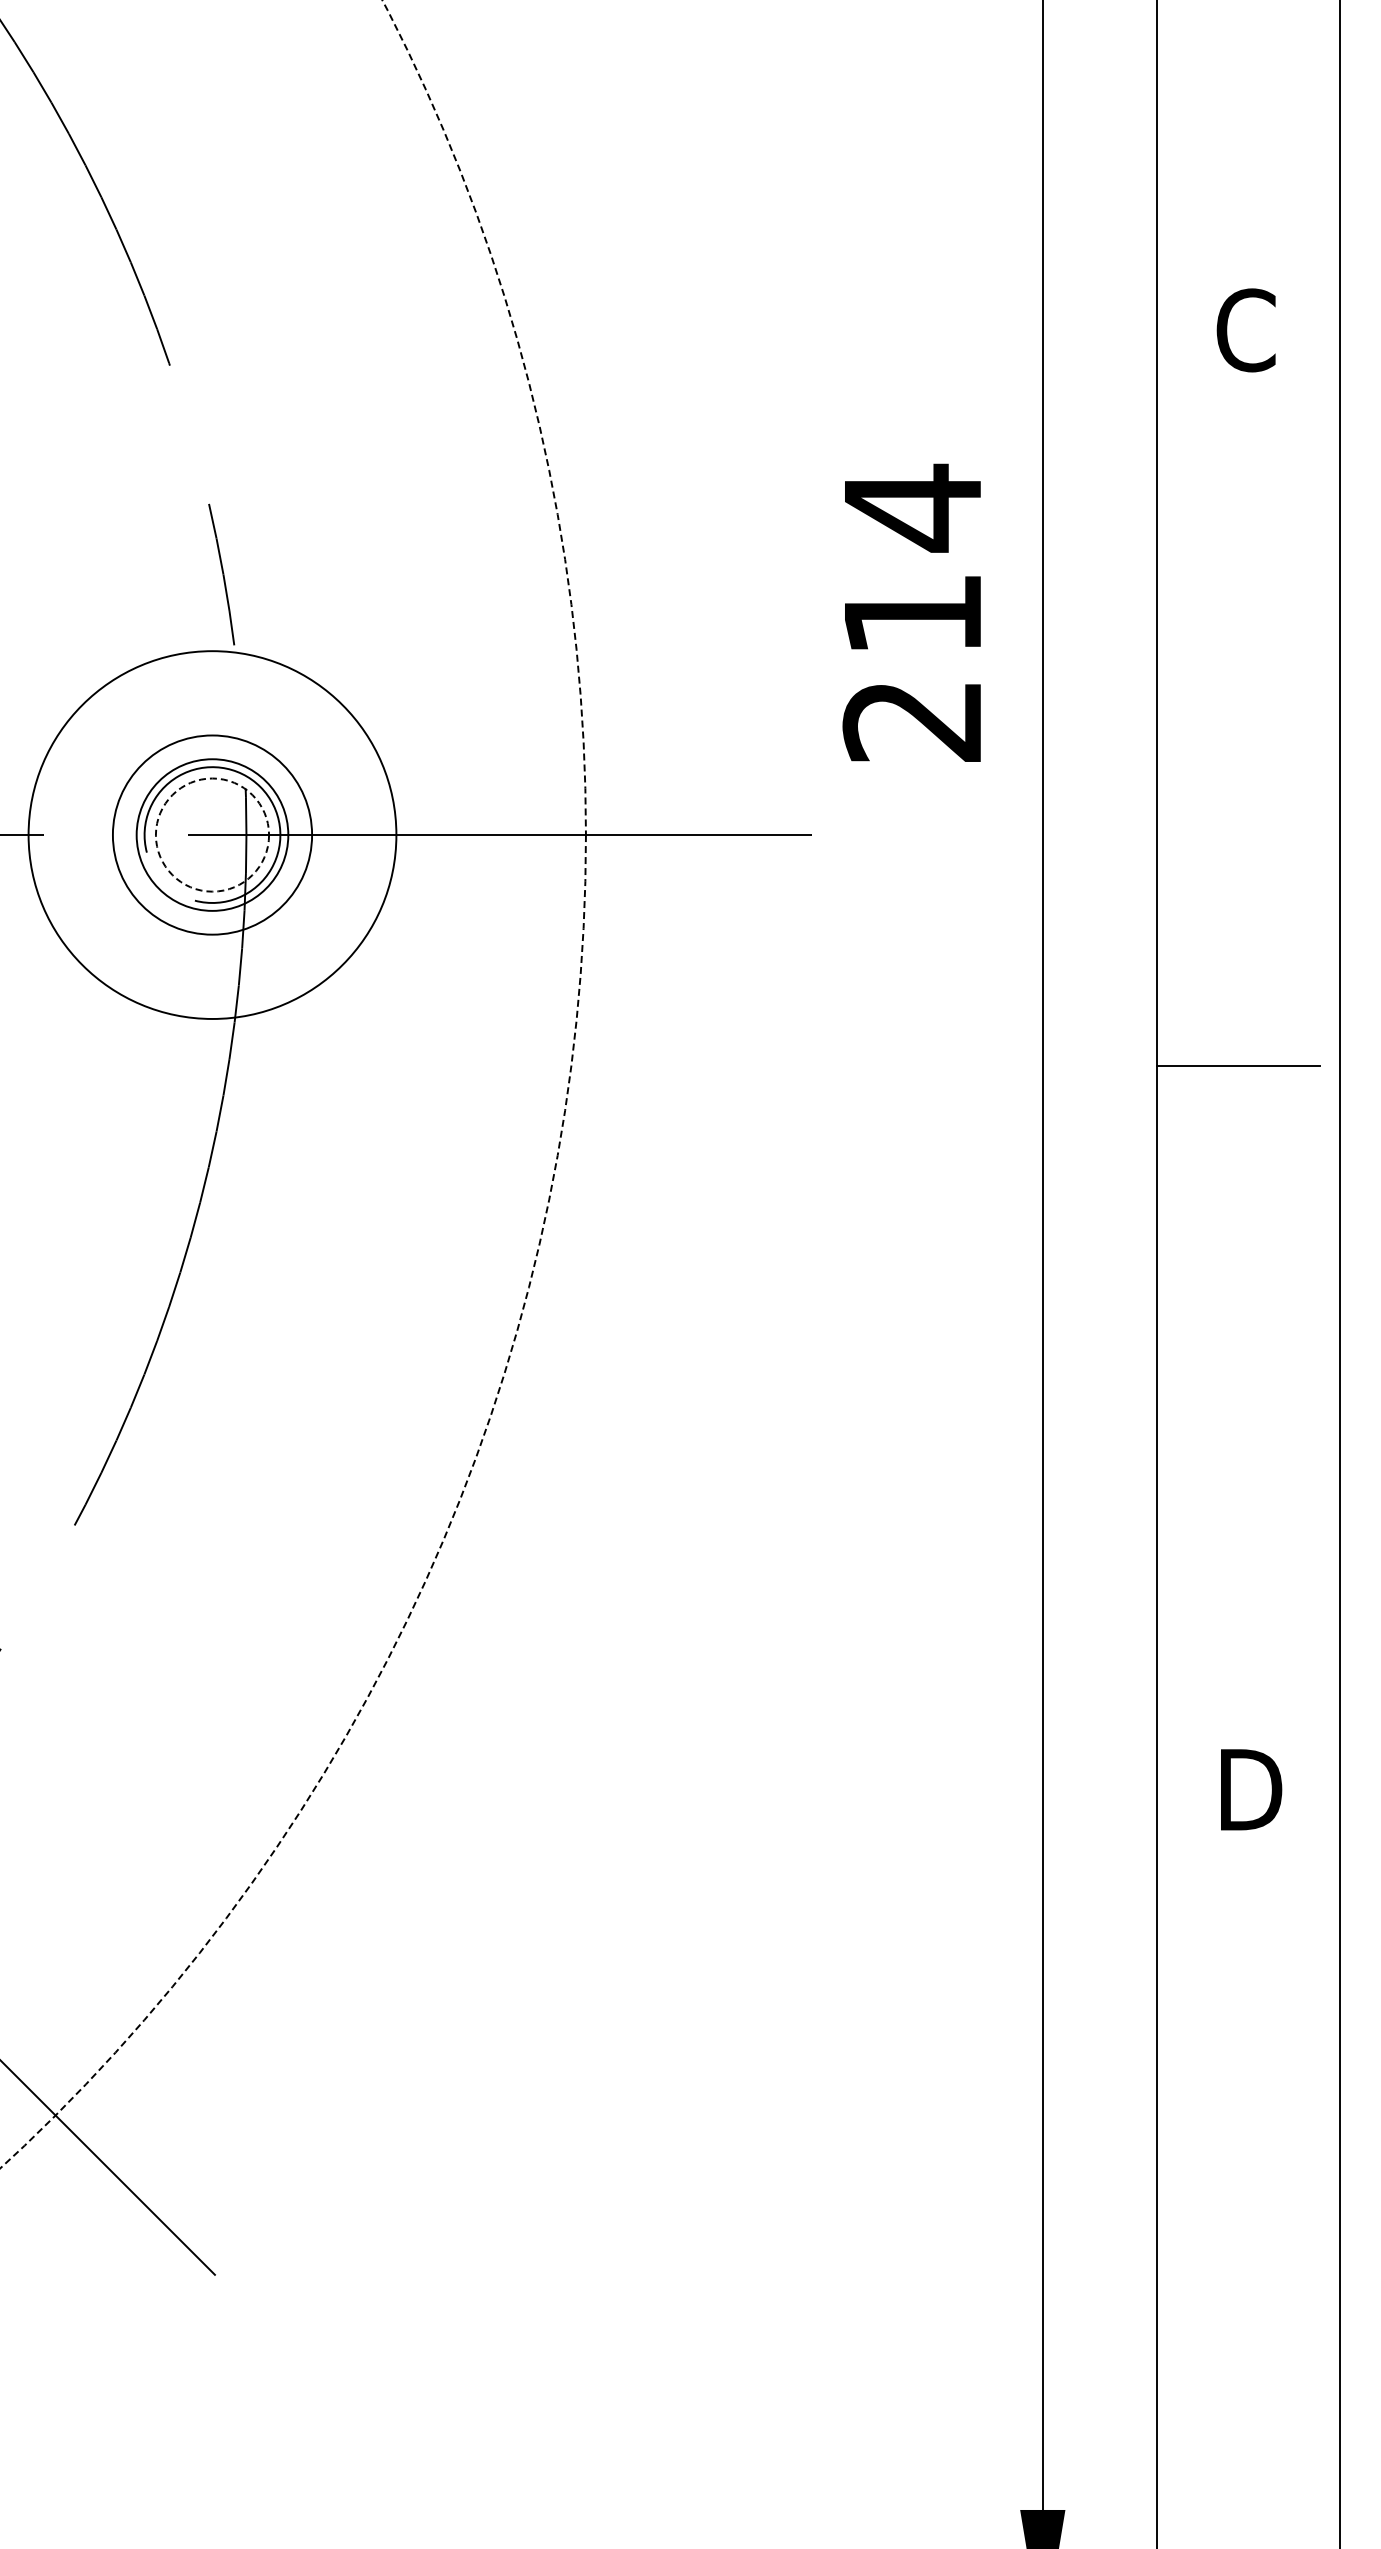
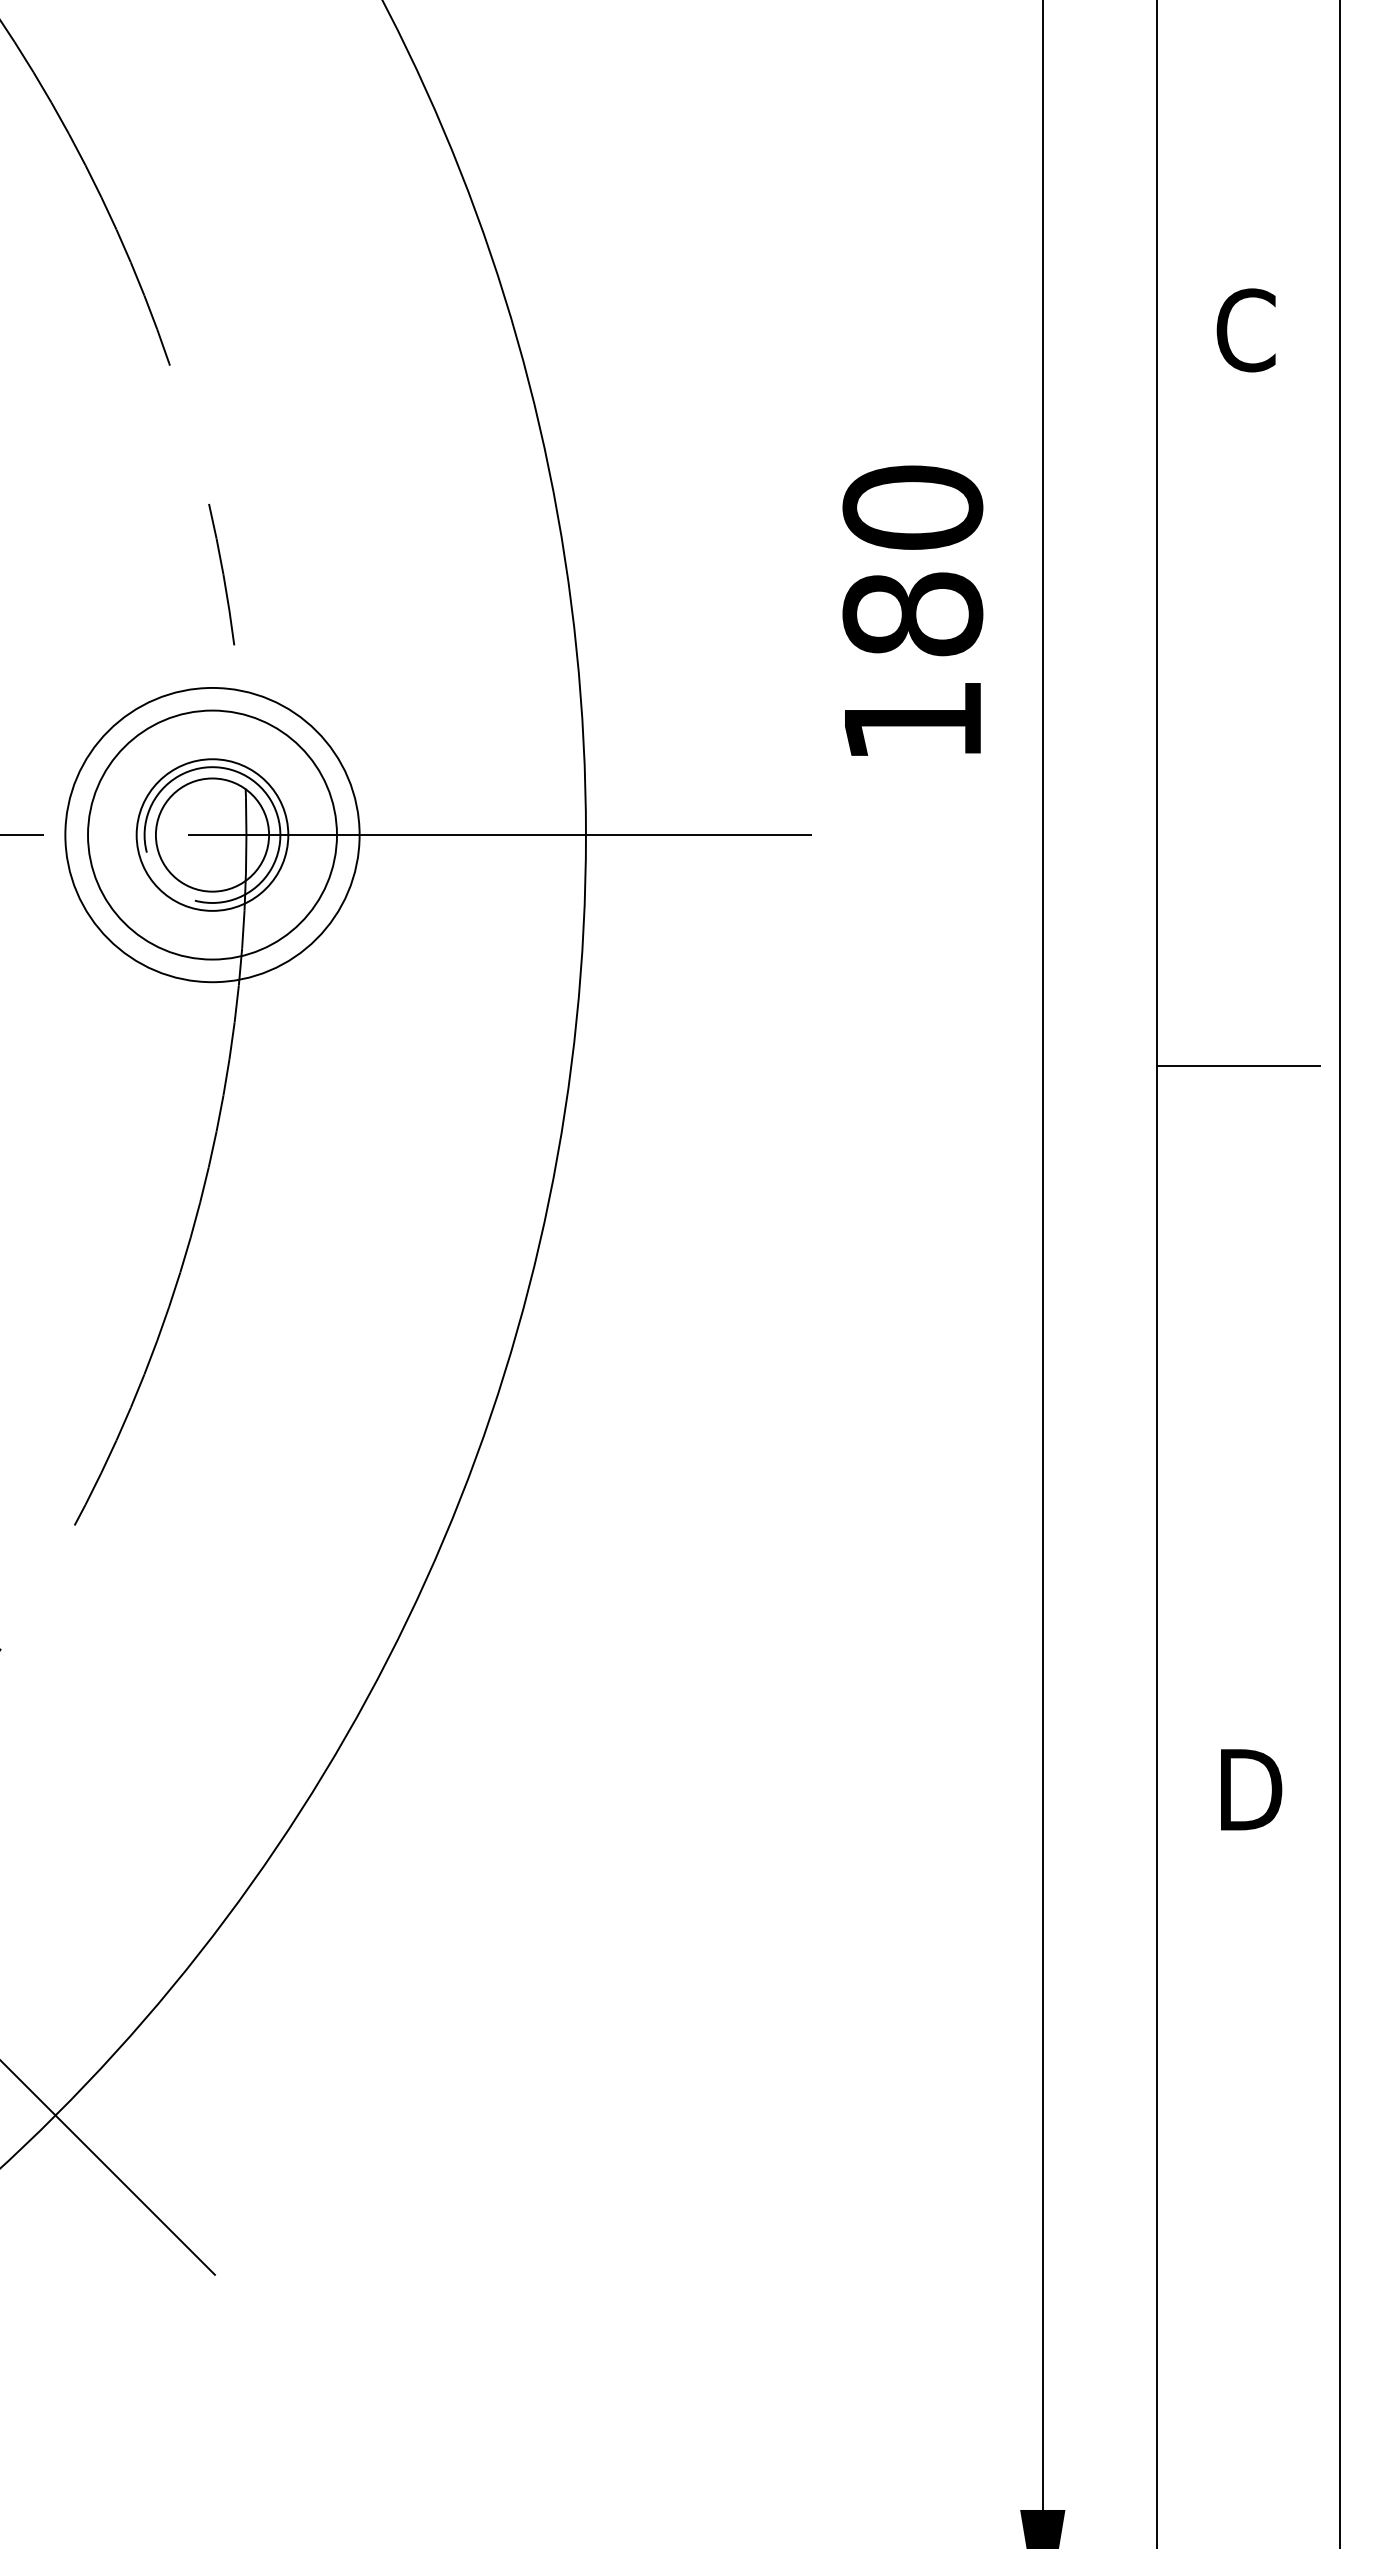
text at (912, 612): 214 -> 180
circle at (212, 834) diameter: 199 px -> 249 px
circle at (212, 834) diameter: 368 px -> 294 px
circle at (212, 834): dashed -> solid
circle at (292, 1084): dashed -> solid
